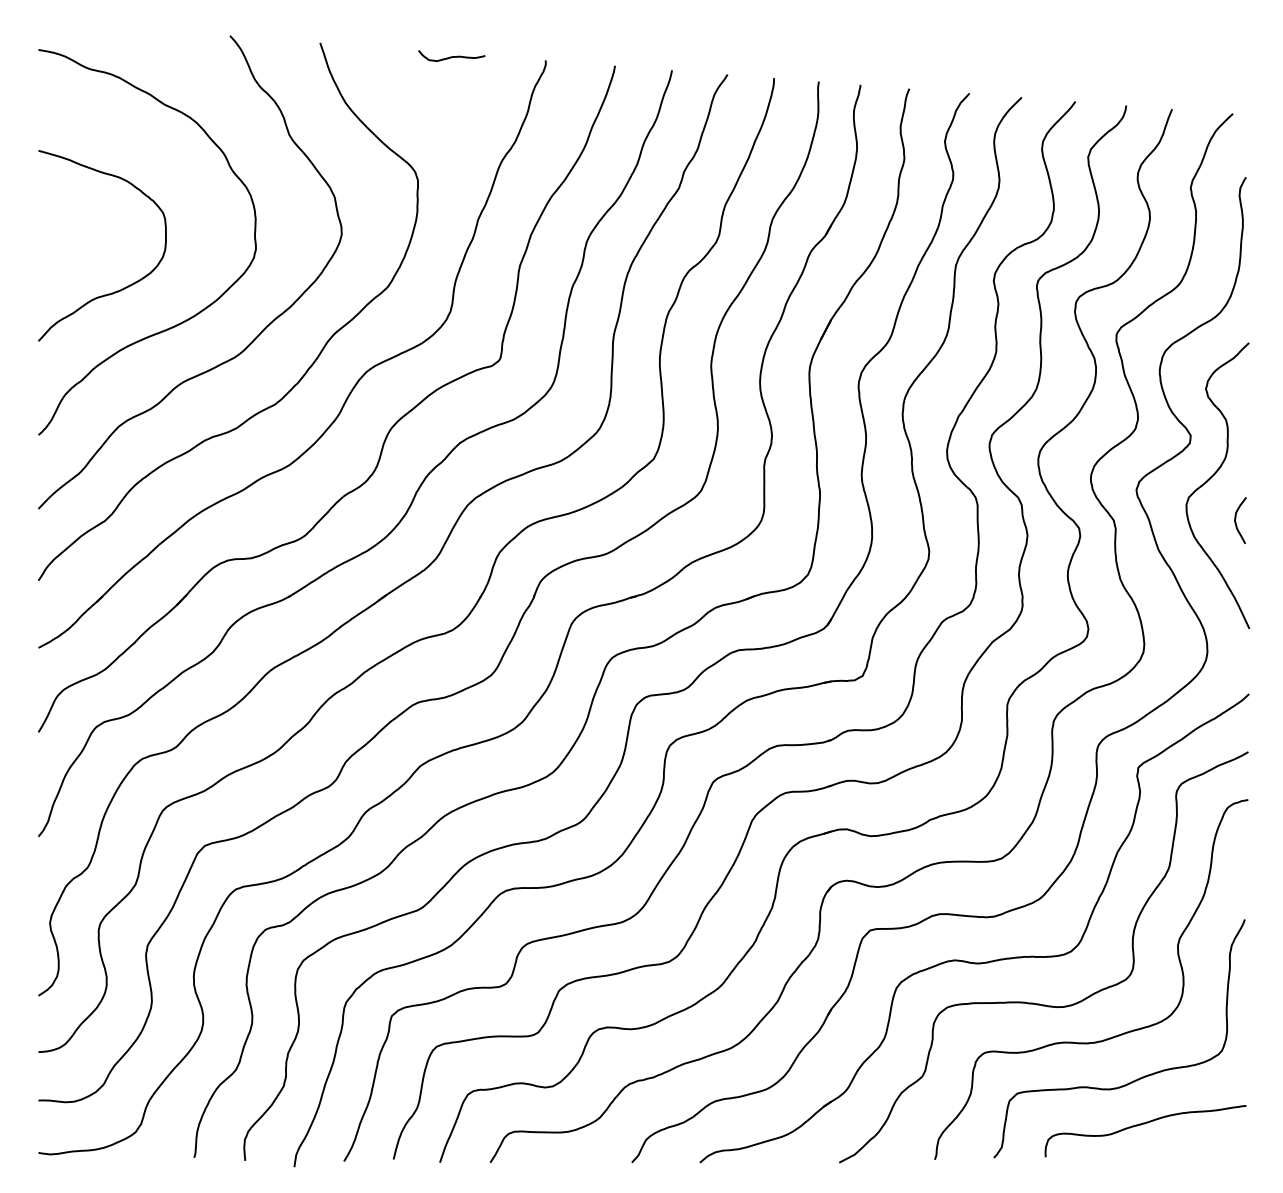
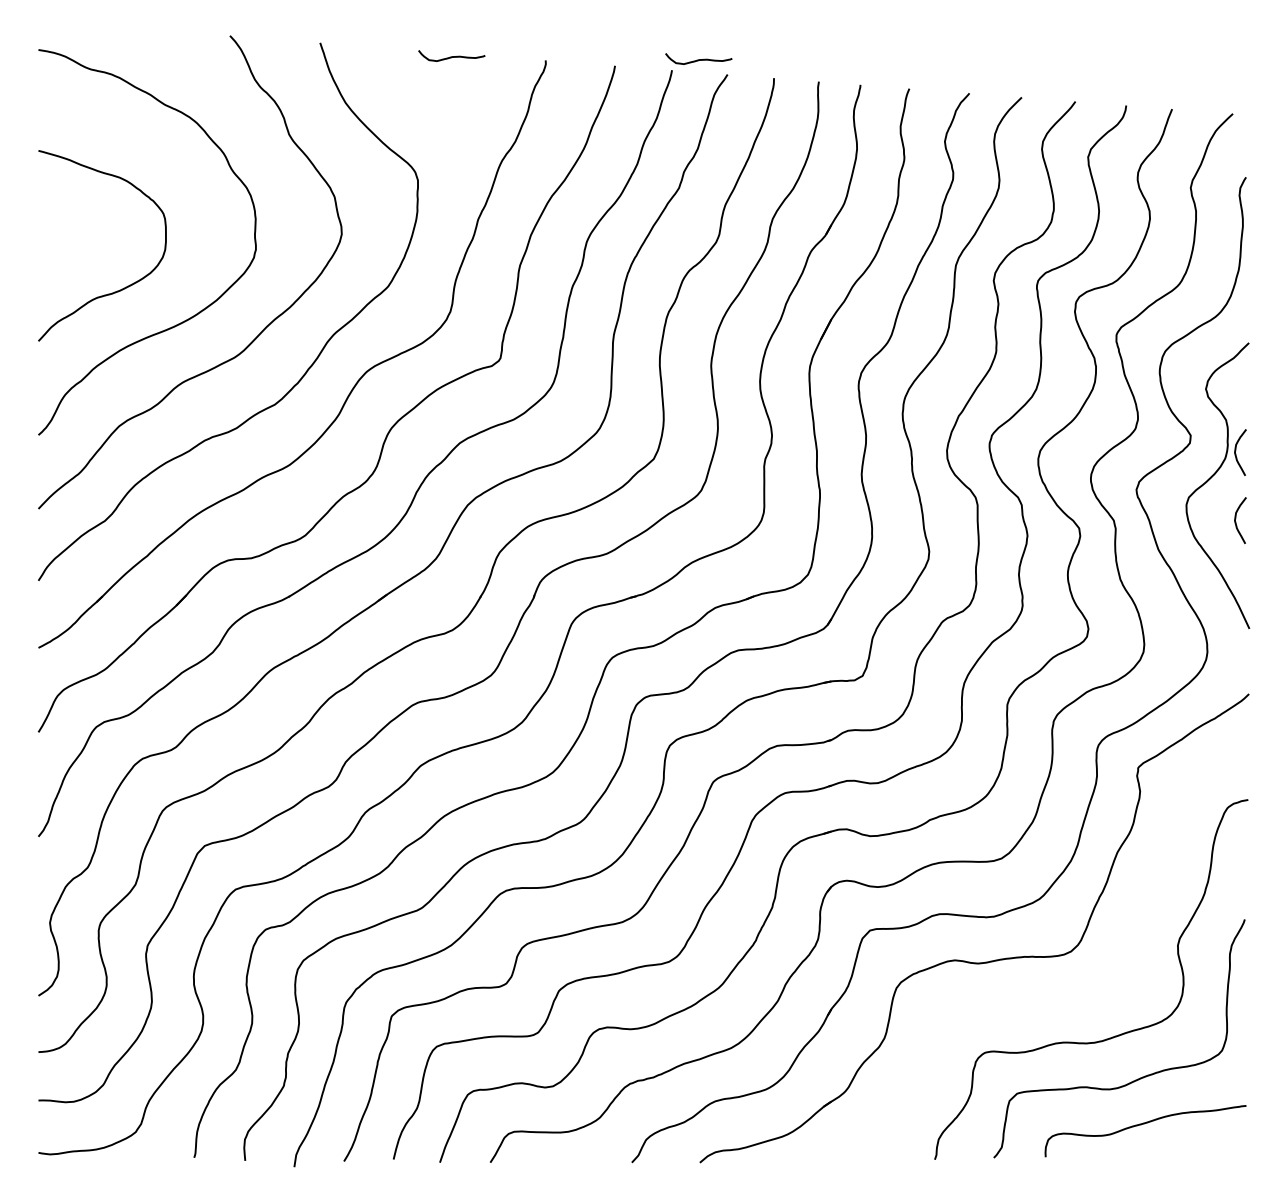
curve at (698, 59): none -> present
curve at (1236, 453): none -> present
curve at (1033, 1002): present -> none
